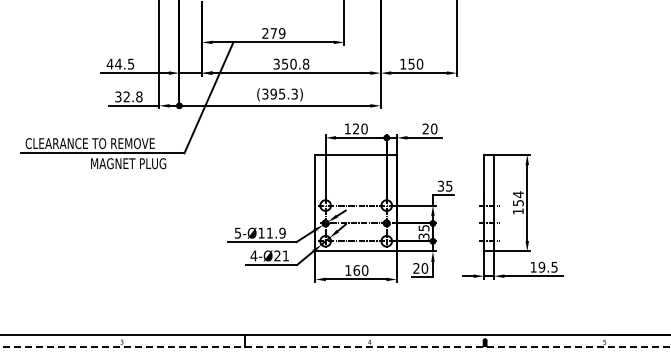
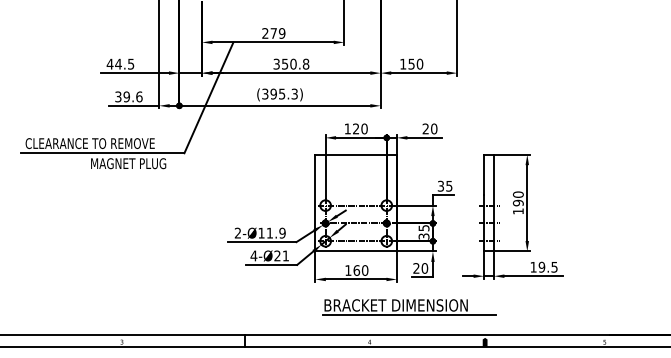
text at (132, 96): 32.8 -> 39.6
text at (517, 198): 154 -> 190
text at (237, 232): 5-Ø11.9 -> 2-Ø11.9
part at (409, 307): none -> present
line at (335, 347): dashed -> solid
